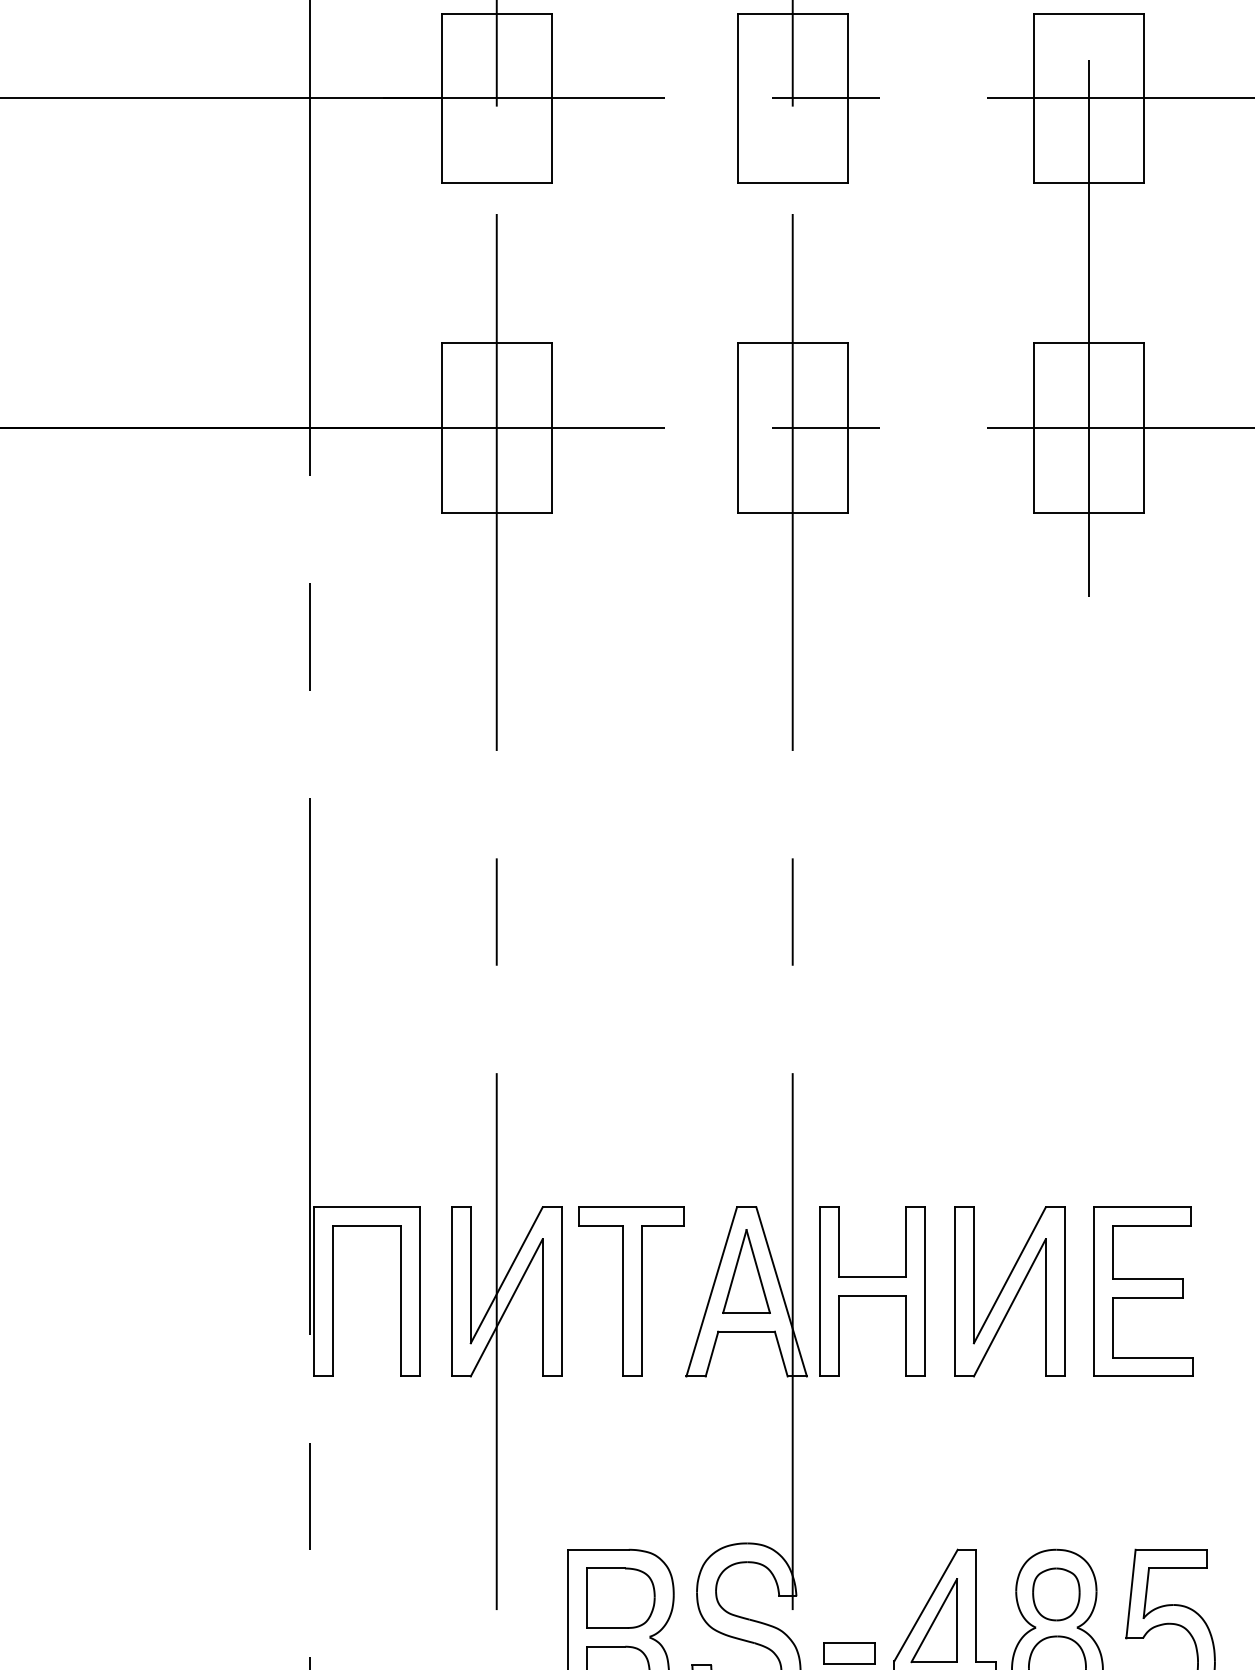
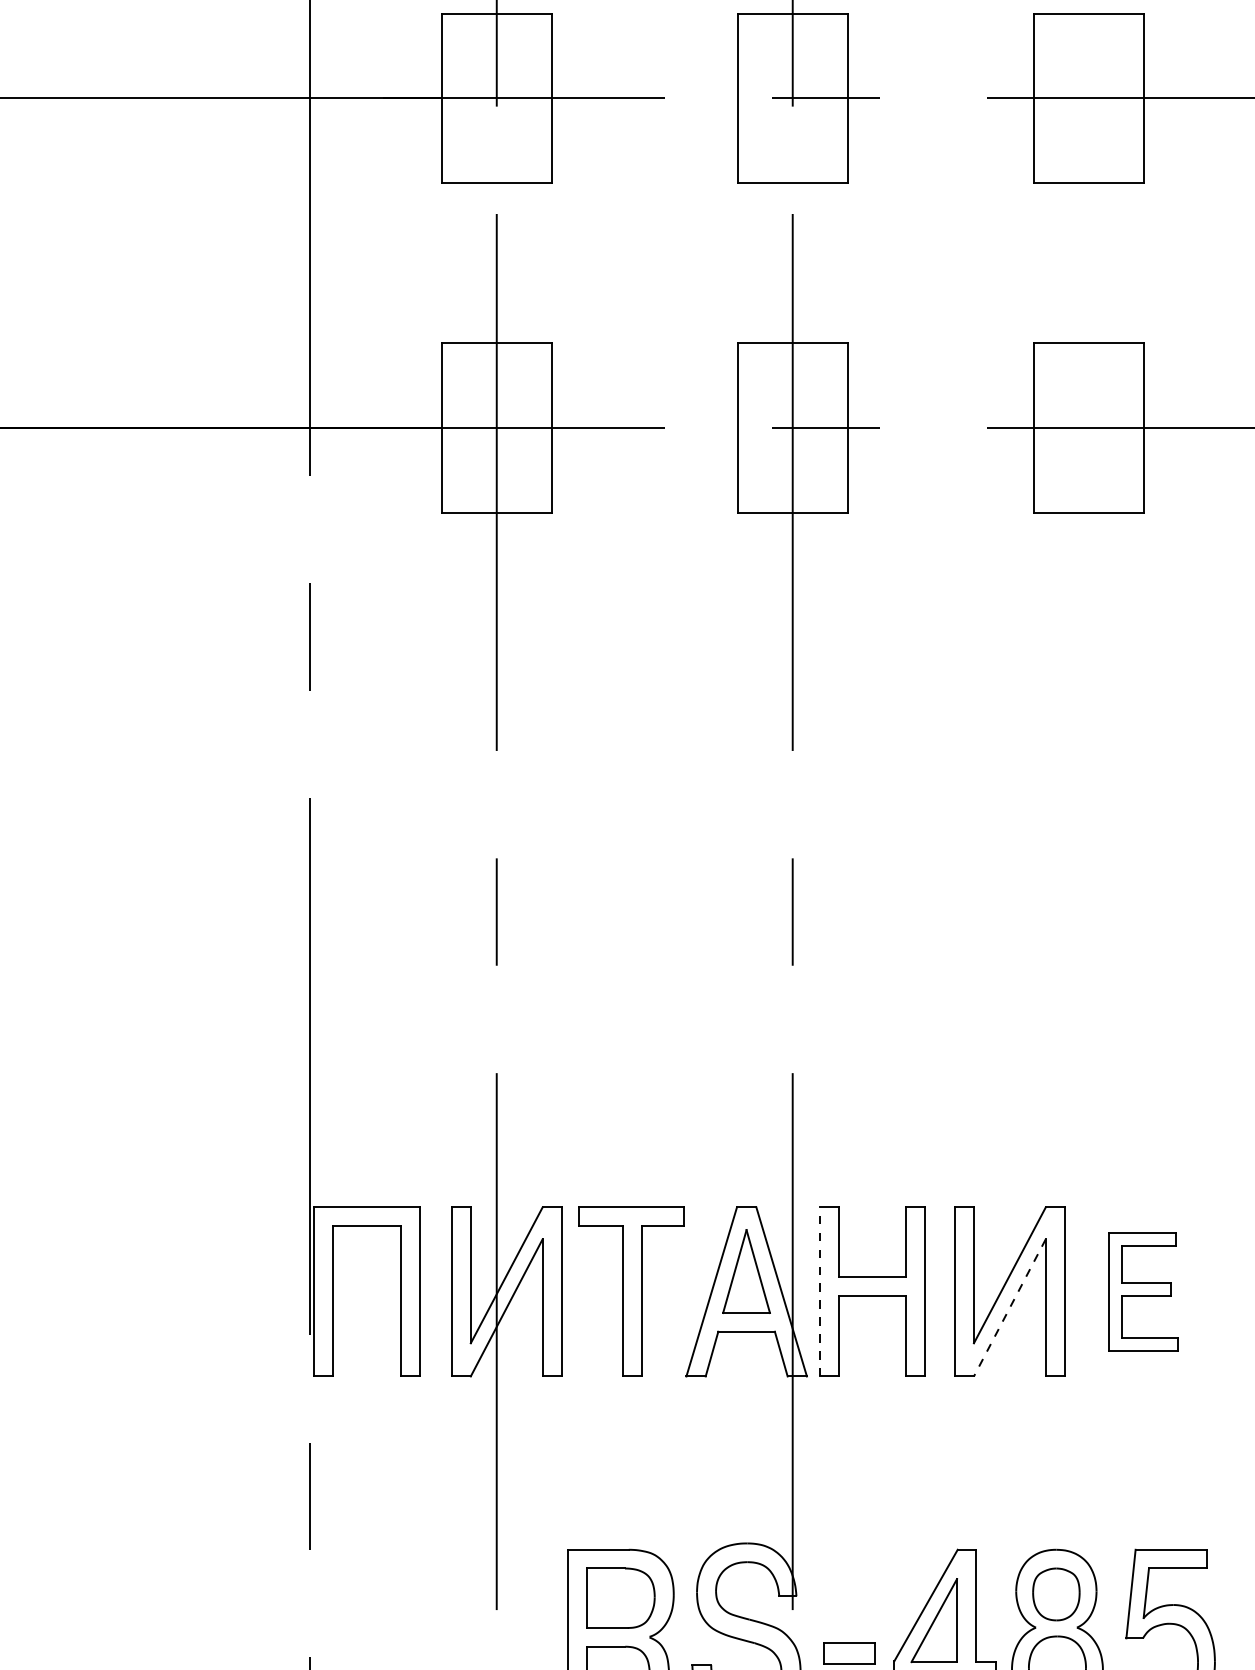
line at (1088, 299): present -> none
line at (819, 1291): solid -> dashed
part at (1143, 1291) size: 101x171 px -> 71x120 px
line at (1009, 1308): solid -> dashed
